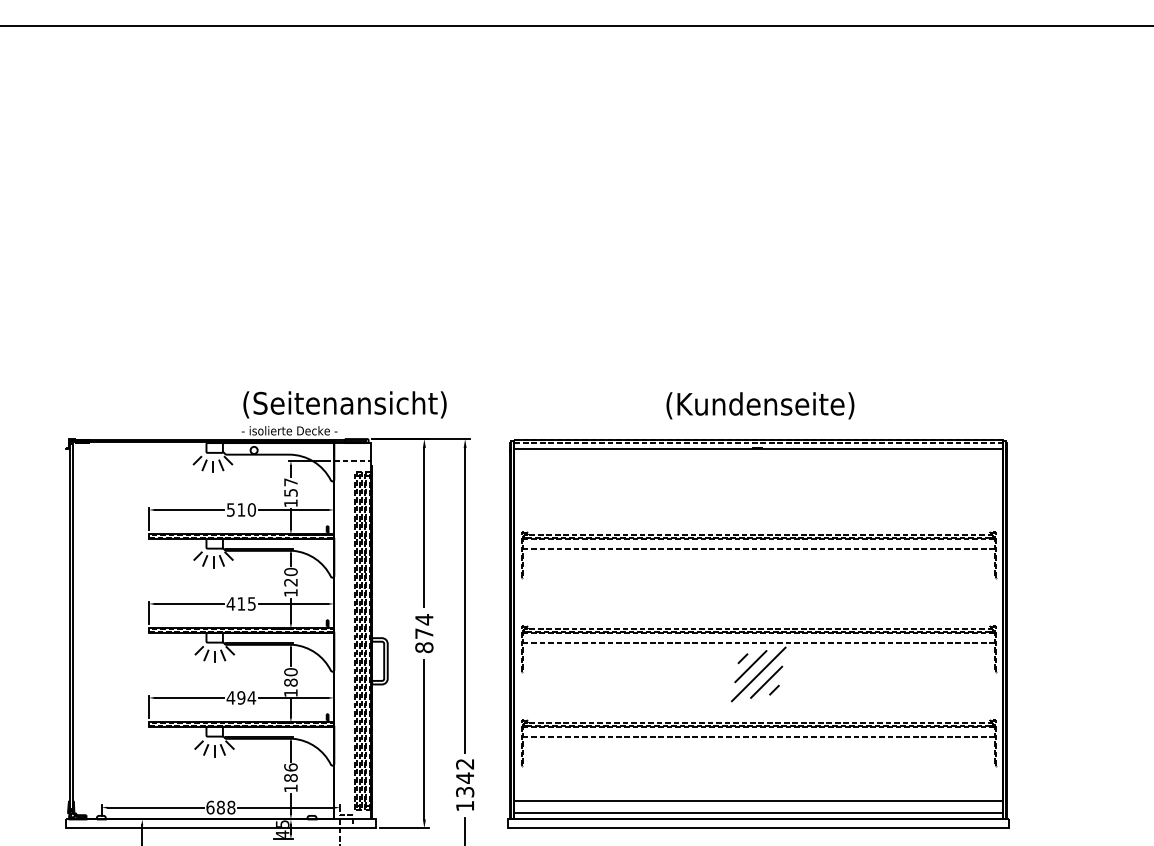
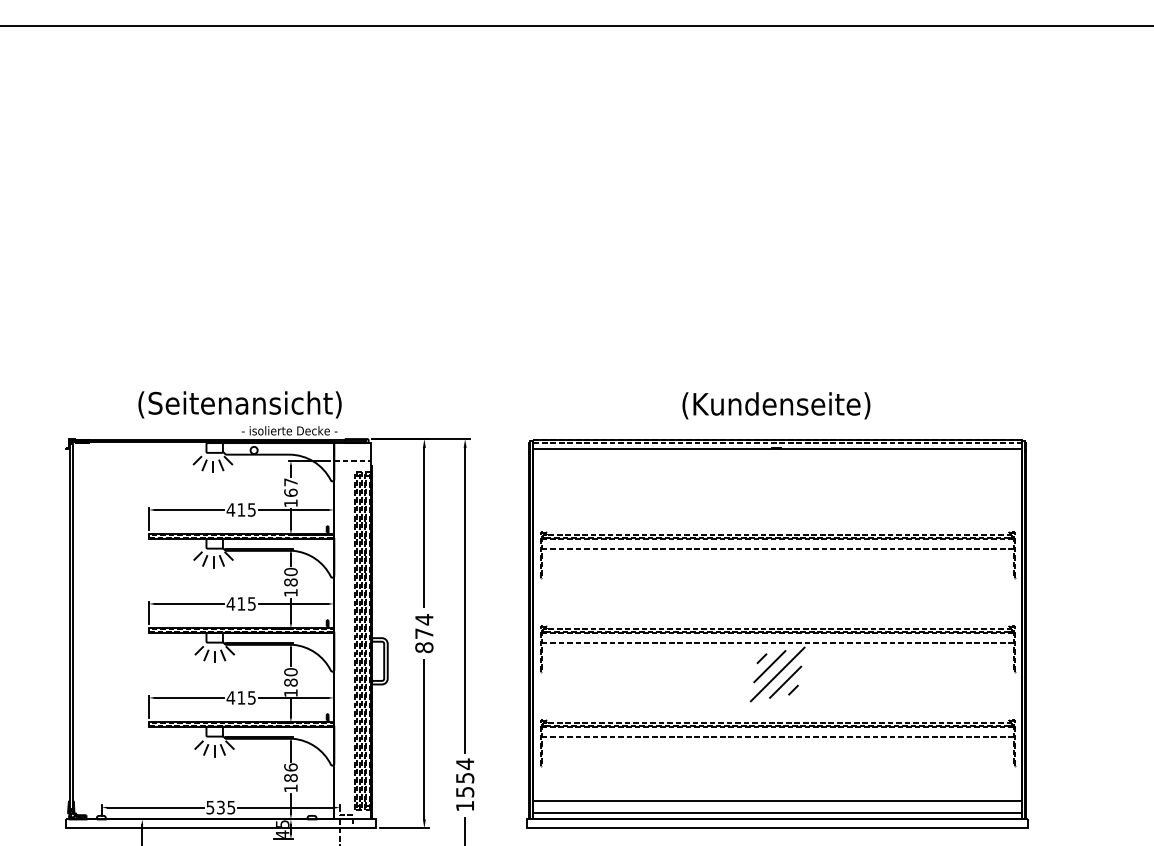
text at (344, 404) position: (344, 404) -> (239, 404)
text at (760, 405) position: (760, 405) -> (776, 405)
text at (290, 492): 157 -> 167
text at (240, 509): 510 -> 415
text at (290, 582): 120 -> 180
part at (758, 633) position: (758, 633) -> (777, 633)
text at (246, 697): 494 -> 415
text at (465, 777): 1342 -> 1554
text at (220, 807): 688 -> 535
